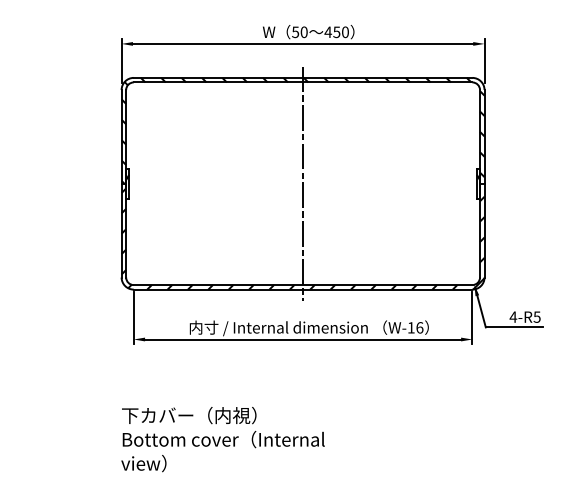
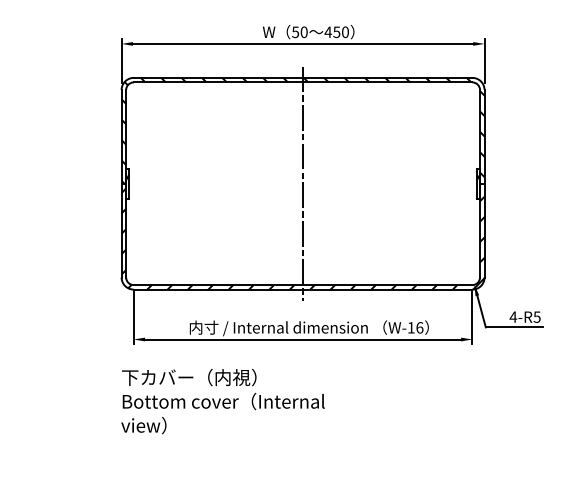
text at (222, 439) position: (222, 439) -> (222, 401)
